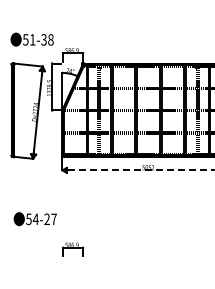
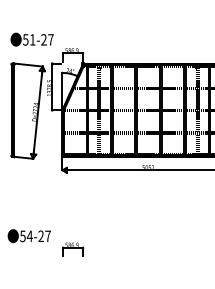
text at (47, 39): 51-38 -> 51-27
line at (140, 170): dashed -> solid
text at (34, 219) position: (34, 219) -> (28, 236)
